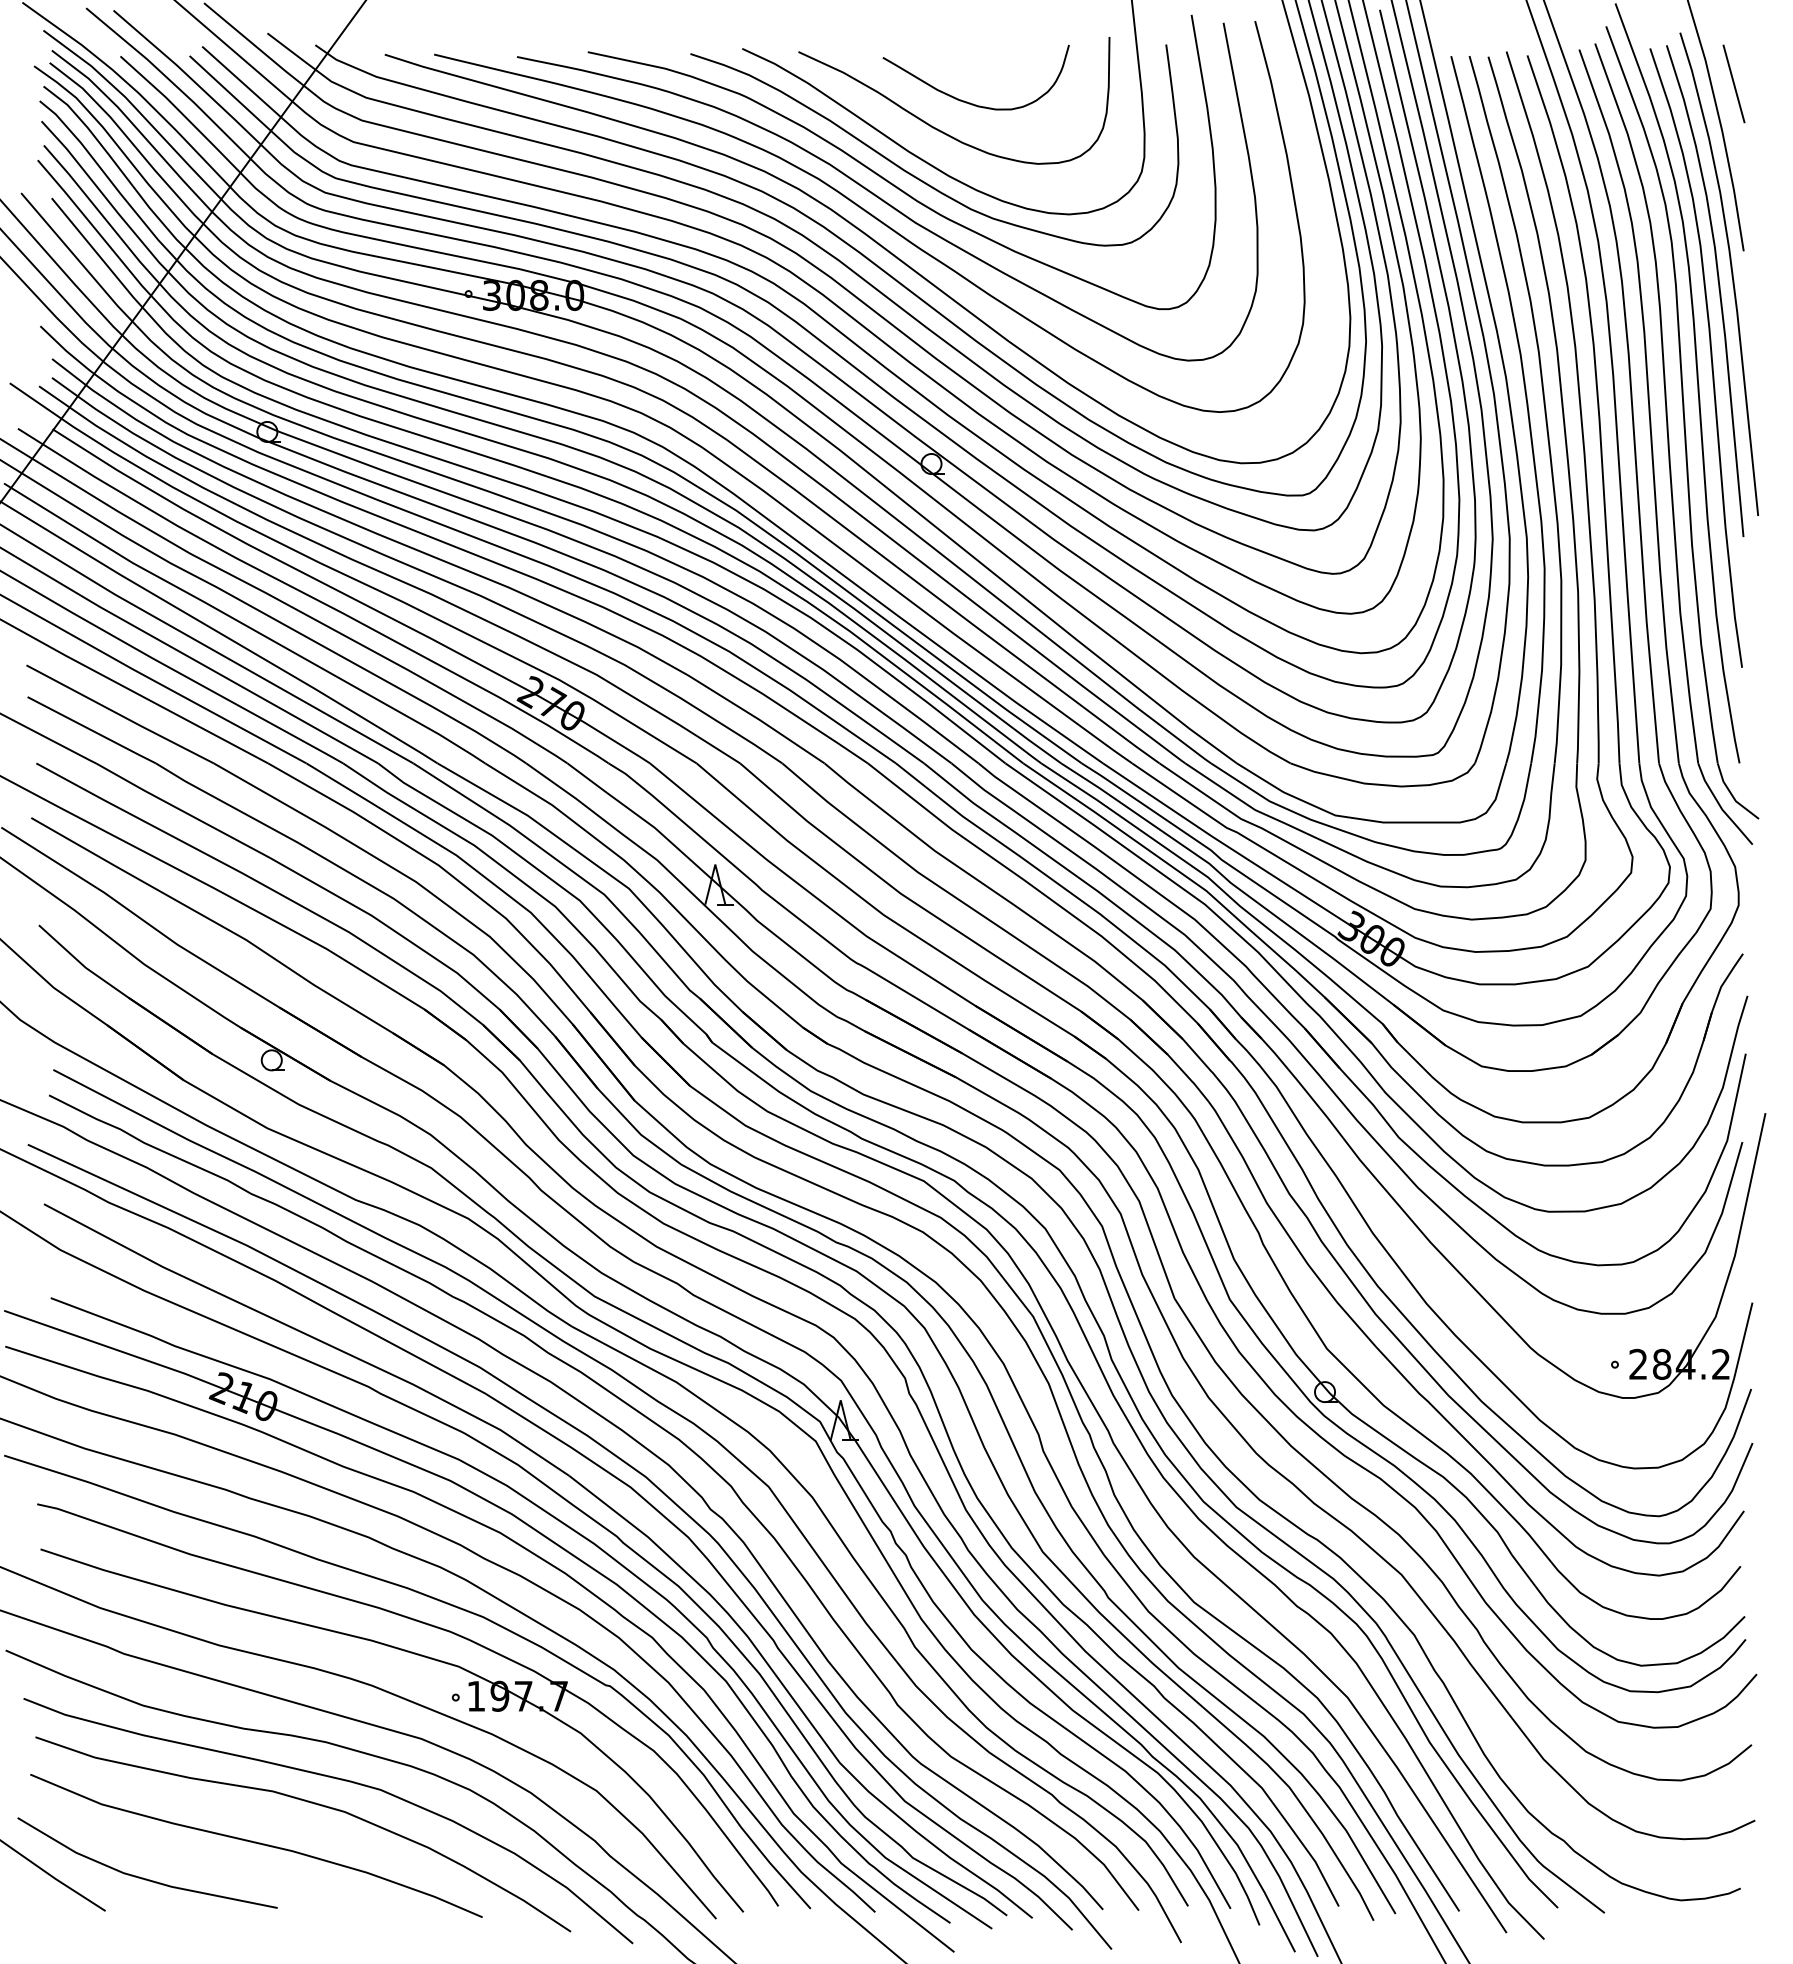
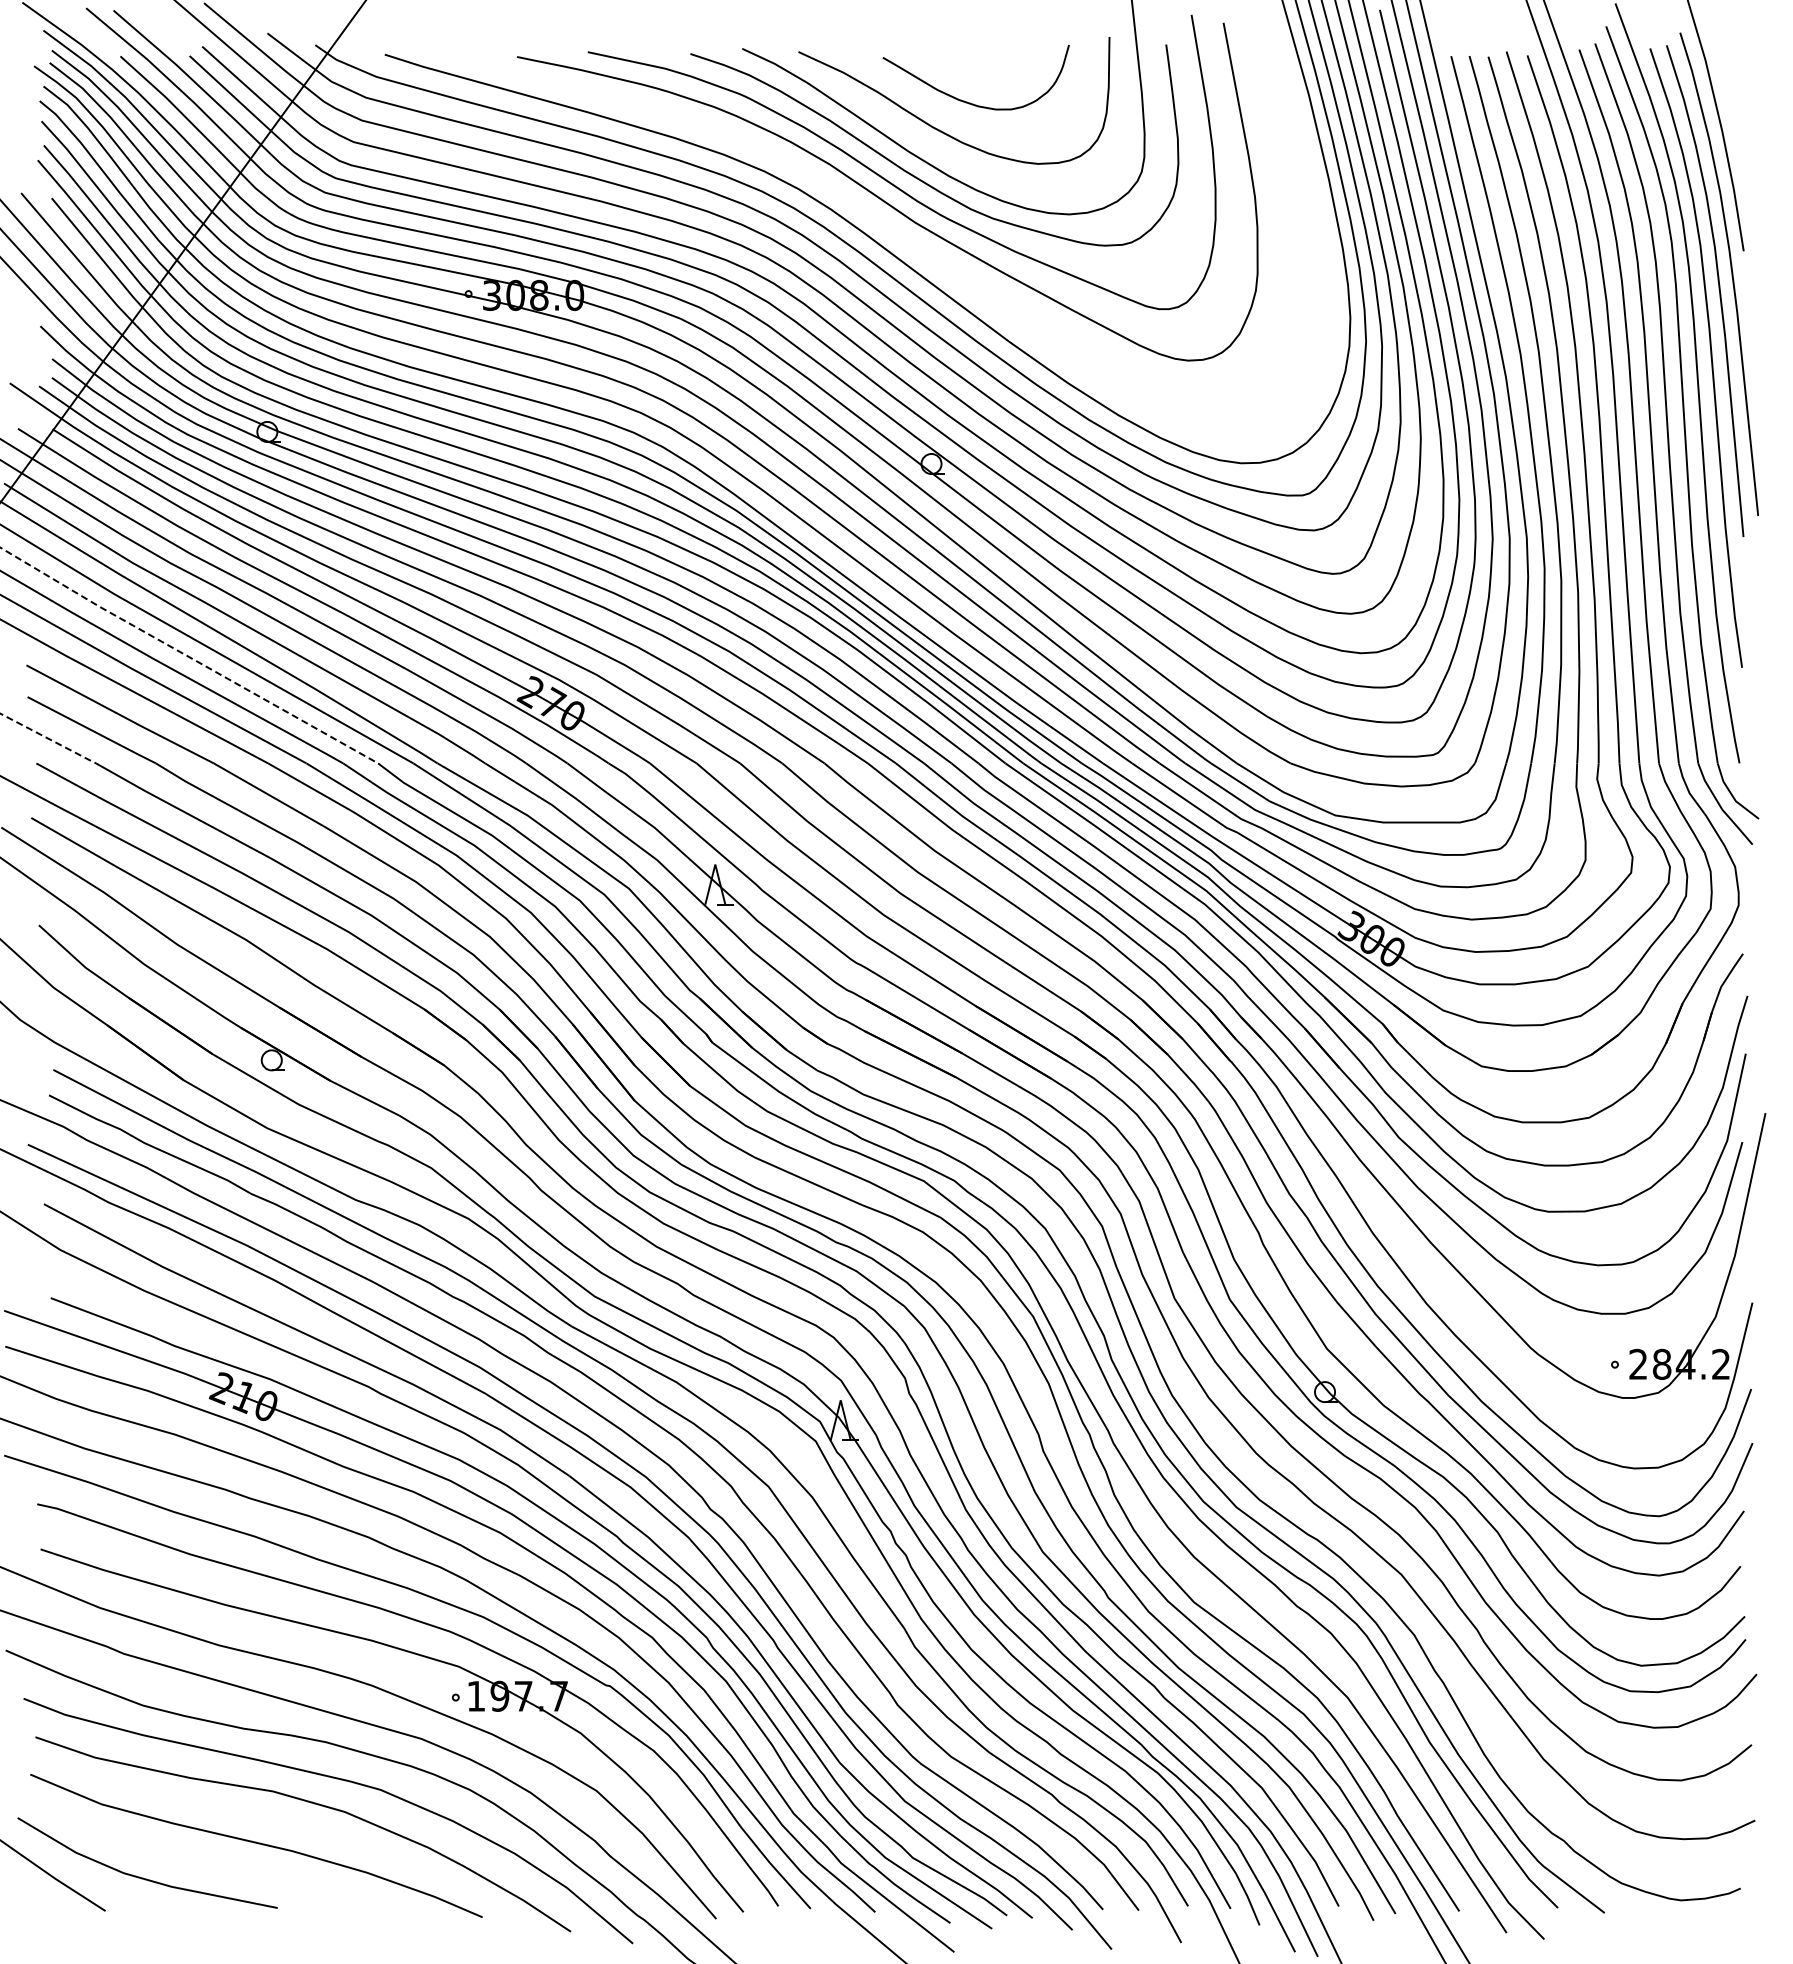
line at (1733, 83): present -> none
curve at (870, 215): present -> none
line at (188, 656): solid -> dashed
line at (49, 739): solid -> dashed
